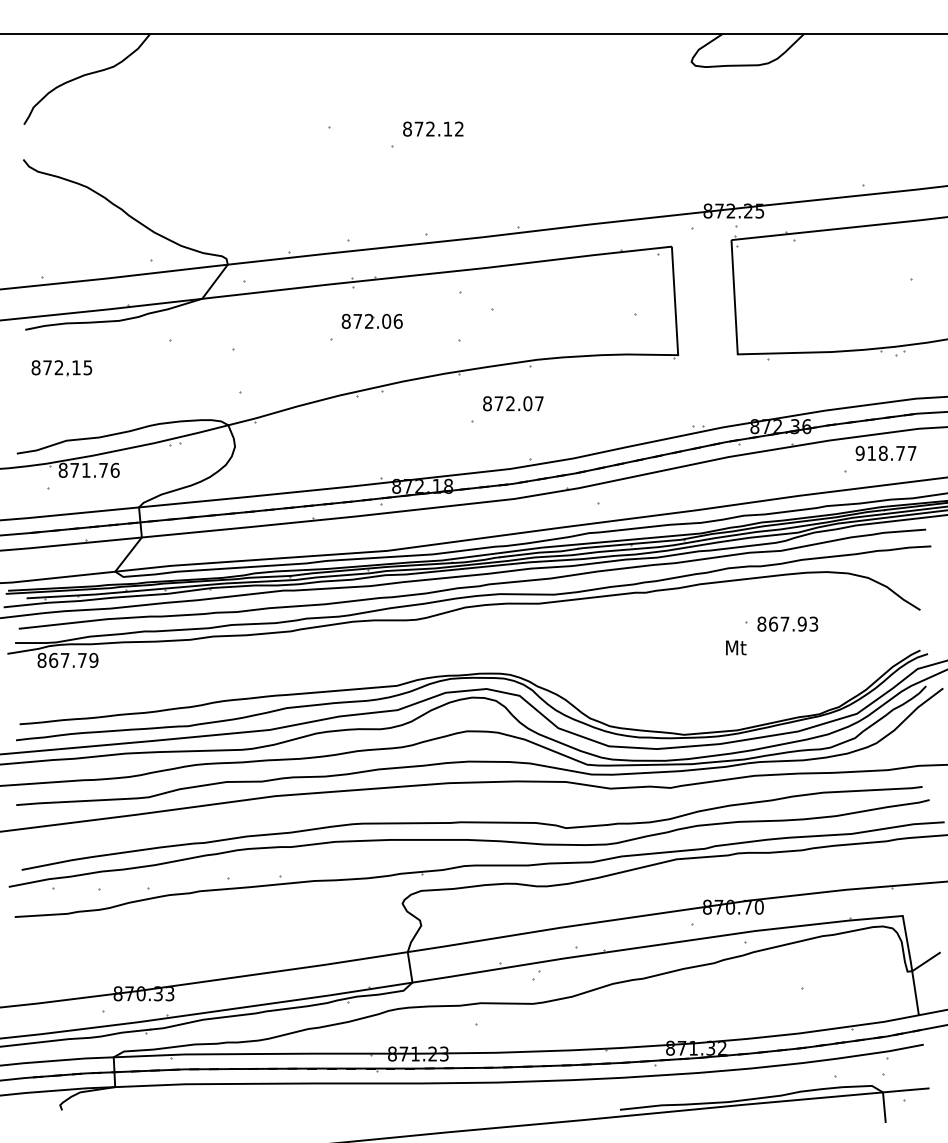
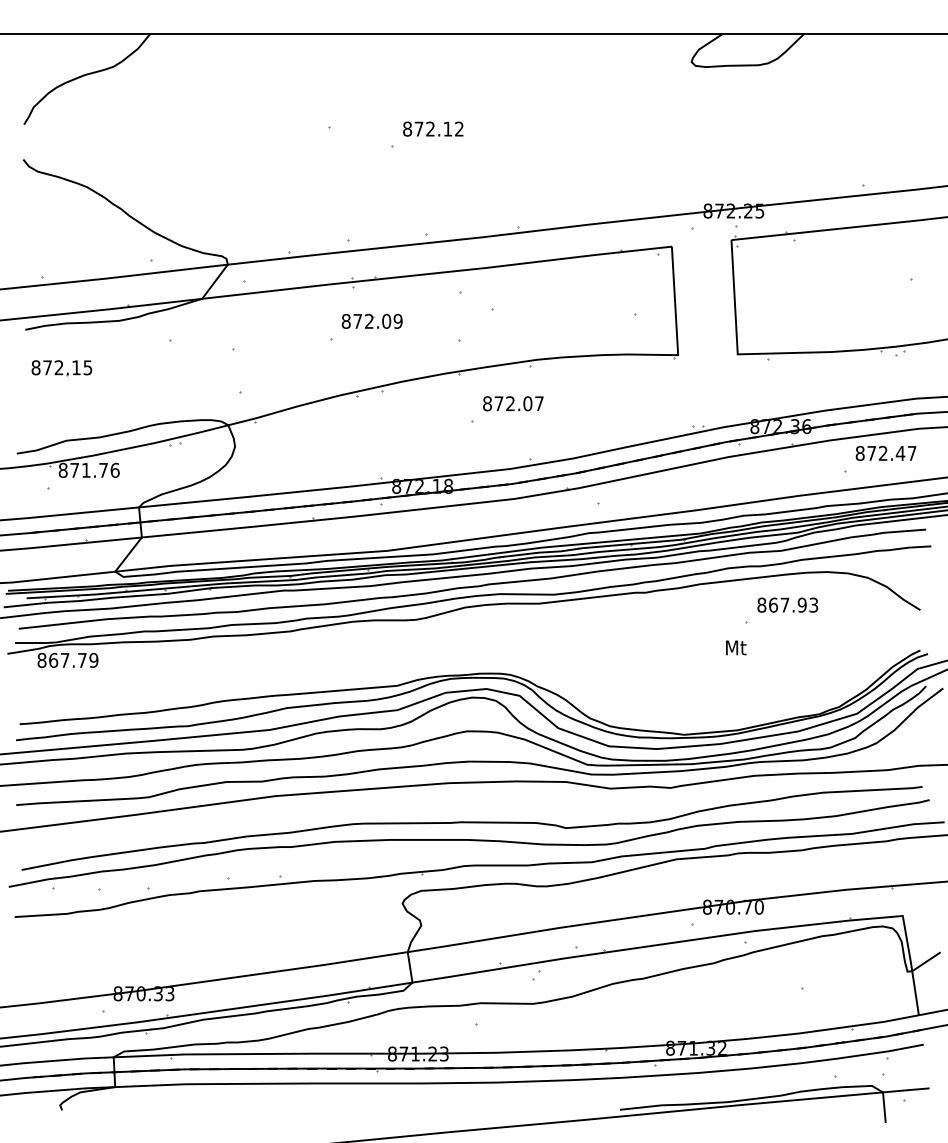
text at (397, 320): 872.06 -> 872.09
text at (880, 453): 918.77 -> 872.47
text at (787, 623) position: (787, 623) -> (787, 604)
